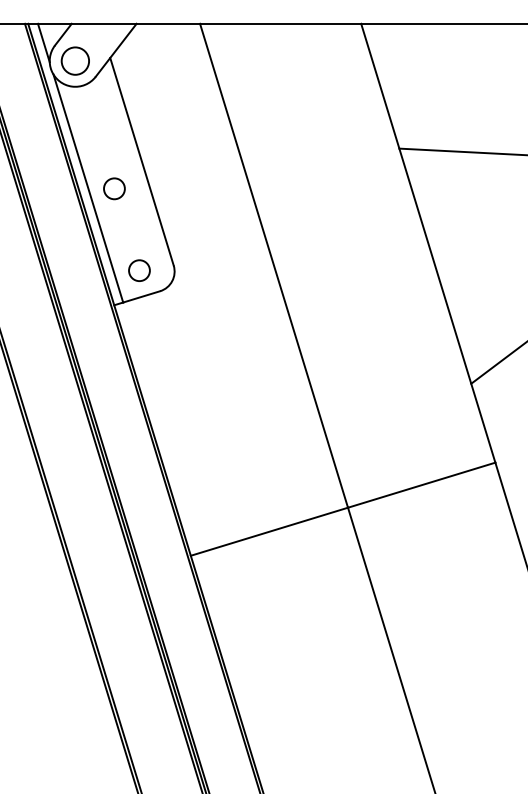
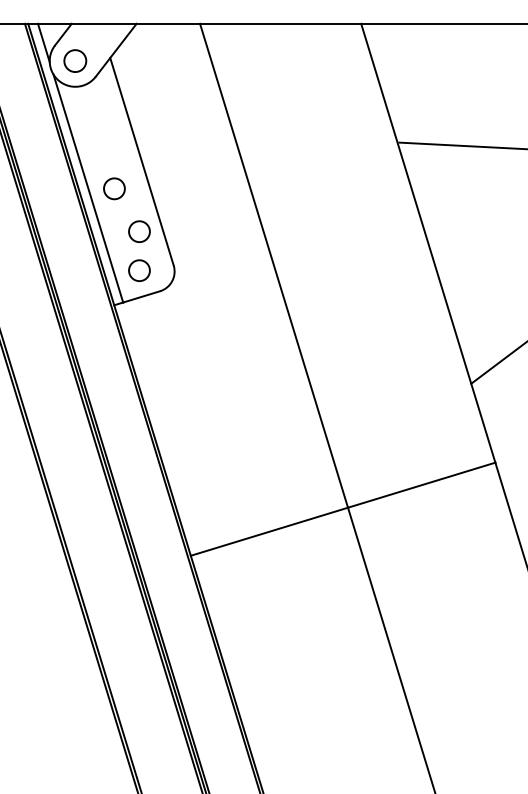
circle at (74, 60) size: 30x30 px -> 25x24 px
line at (461, 151) position: (461, 151) -> (461, 145)
circle at (139, 231): none -> present
